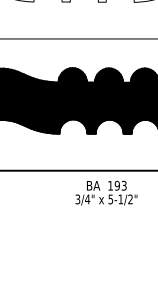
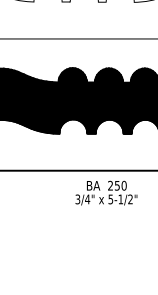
text at (117, 185): 193 -> 250
